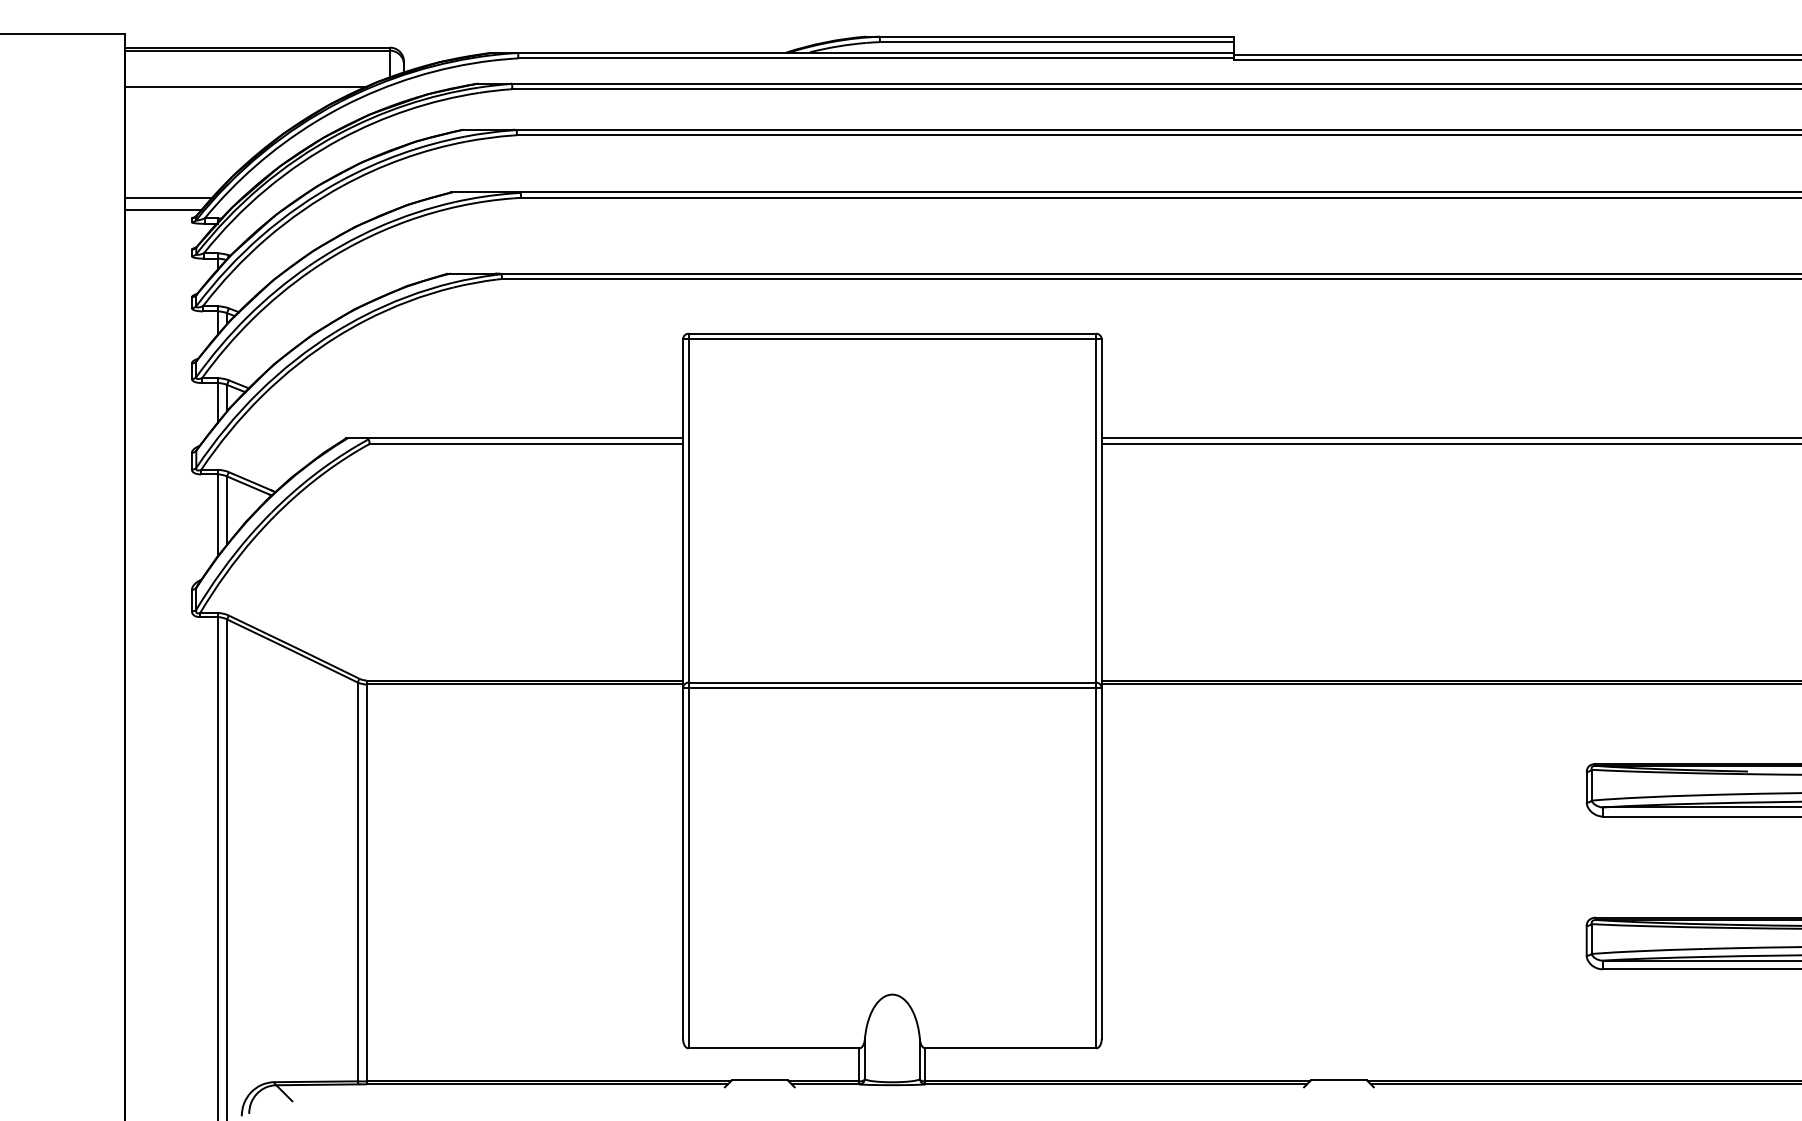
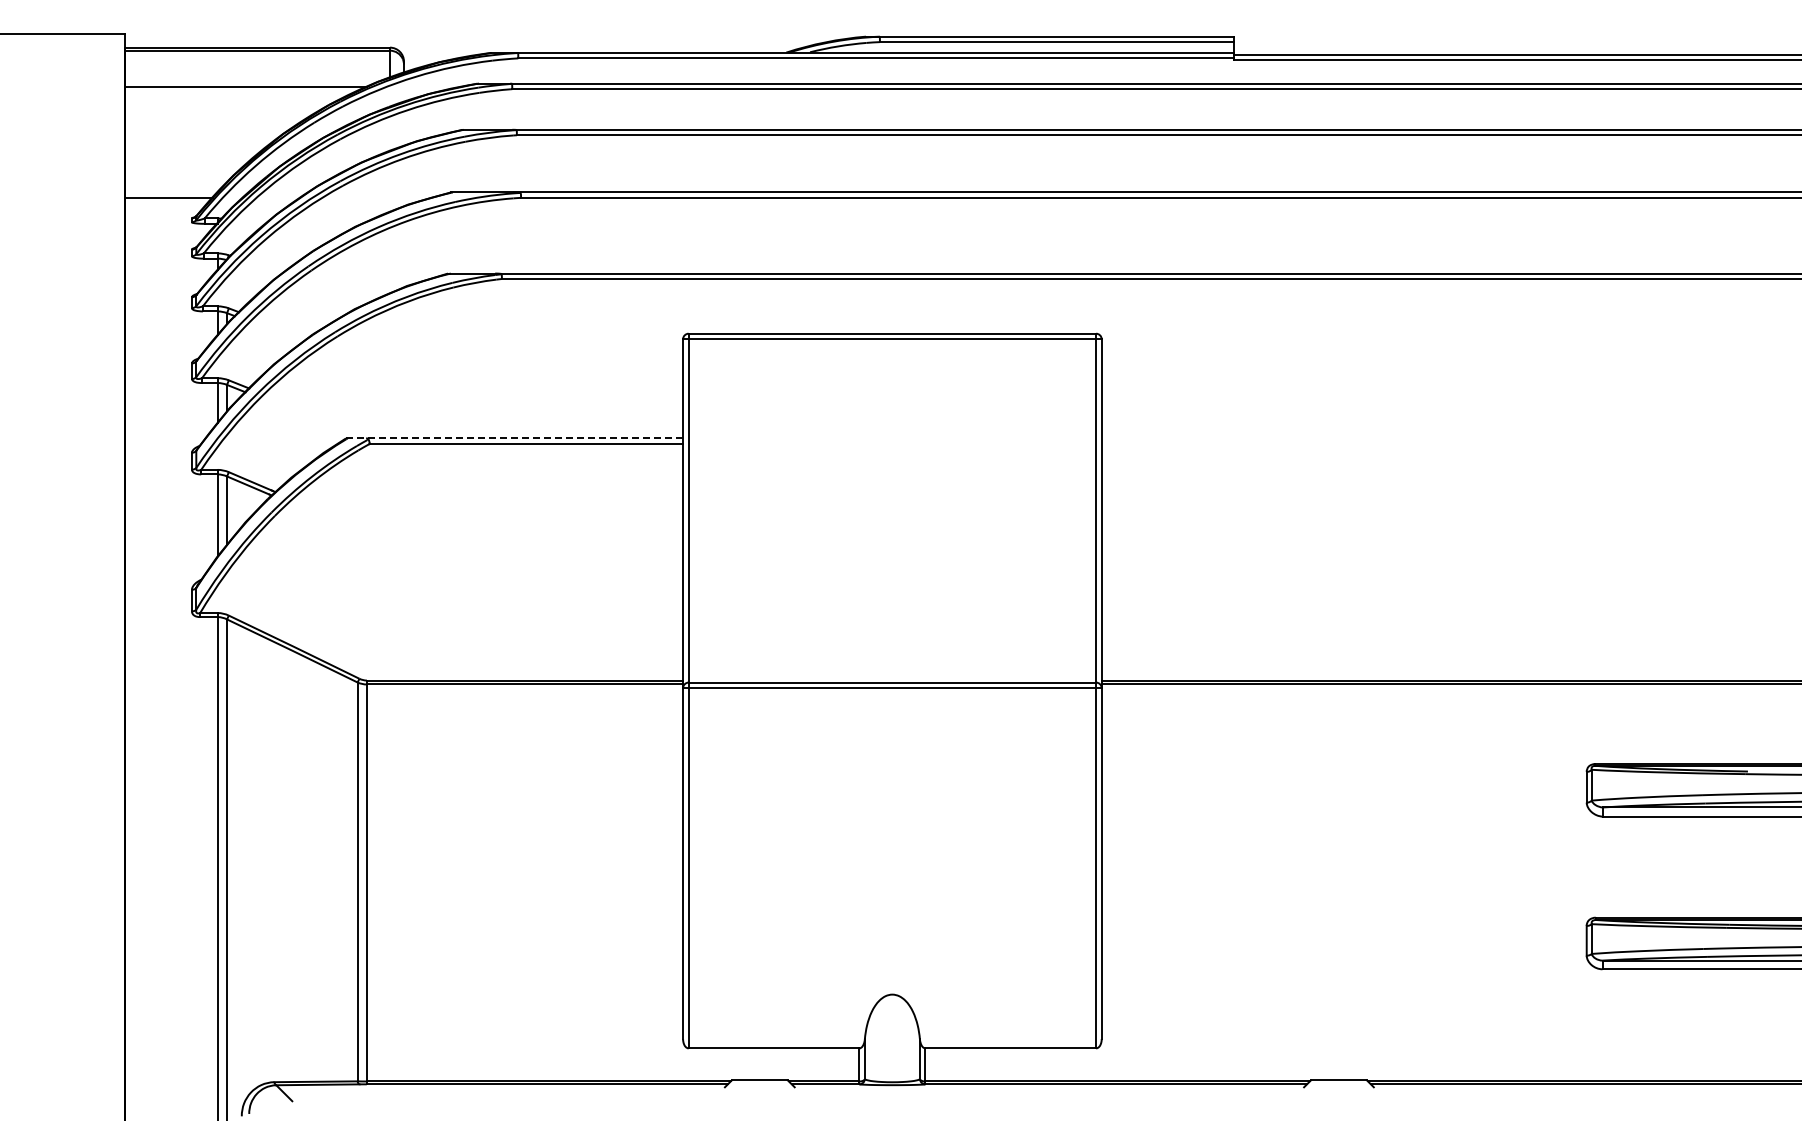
line at (163, 210): present -> none
line at (514, 438): solid -> dashed
line at (1449, 438): present -> none
line at (1449, 443): present -> none
